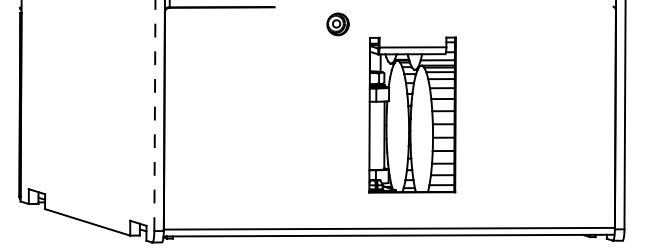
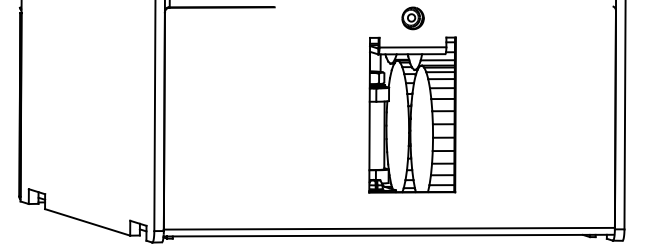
part at (337, 24) position: (337, 24) -> (412, 18)
line at (154, 115): dashed -> solid
